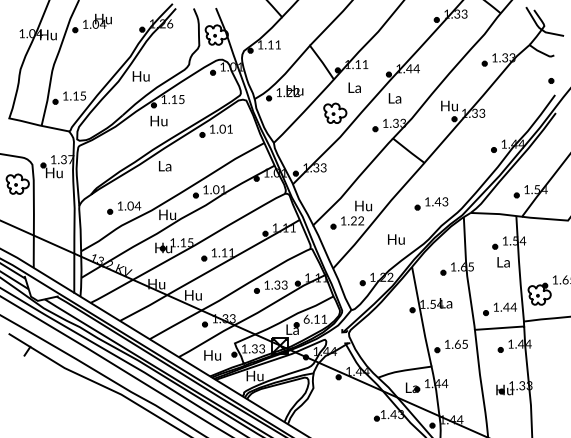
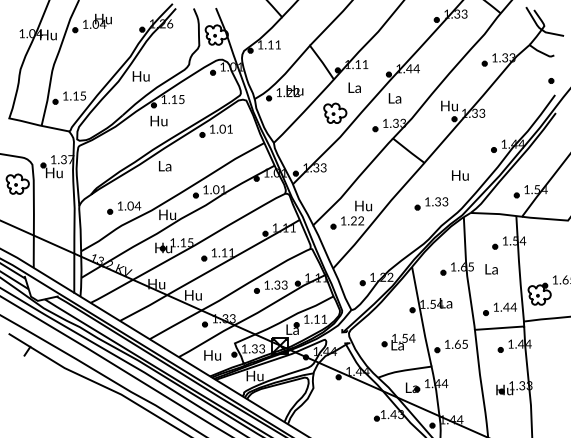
text at (437, 201): 1.43 -> 1.33
text at (396, 239) position: (396, 239) -> (460, 175)
text at (503, 262) position: (503, 262) -> (491, 269)
text at (306, 318): 6.11 -> 1.11
part at (398, 341): none -> present
